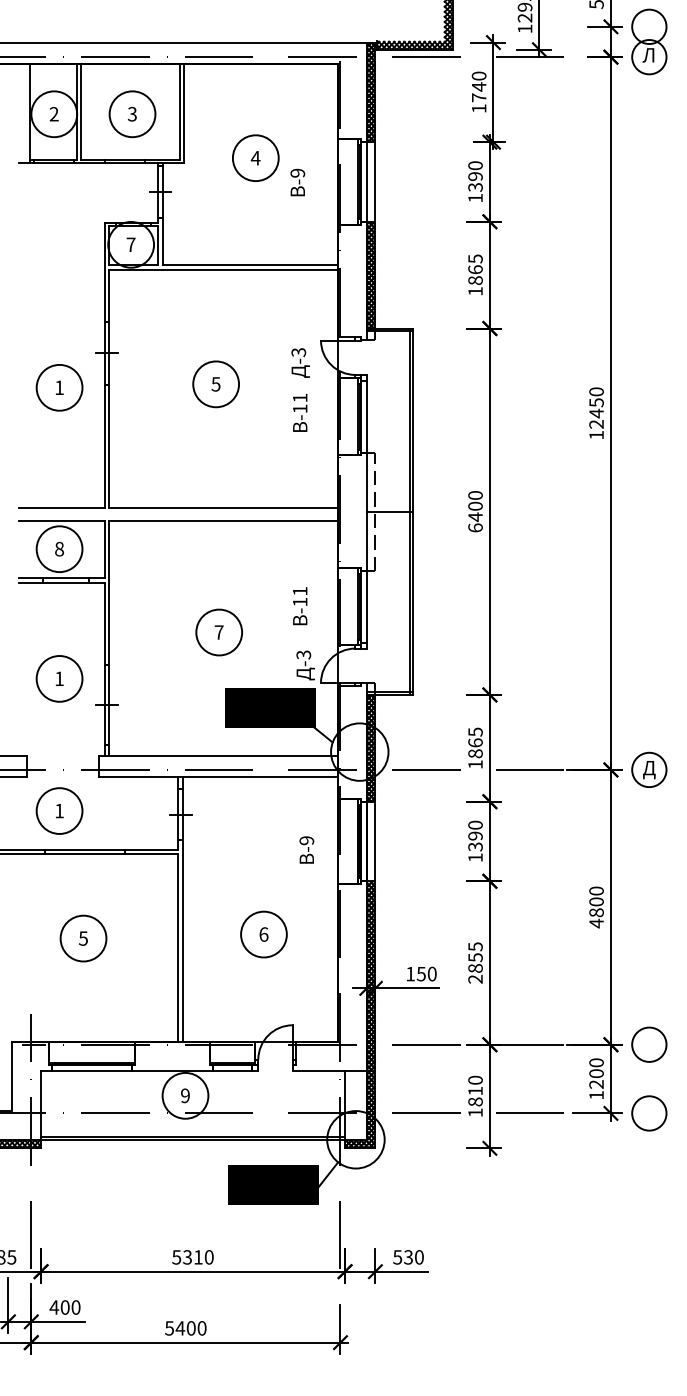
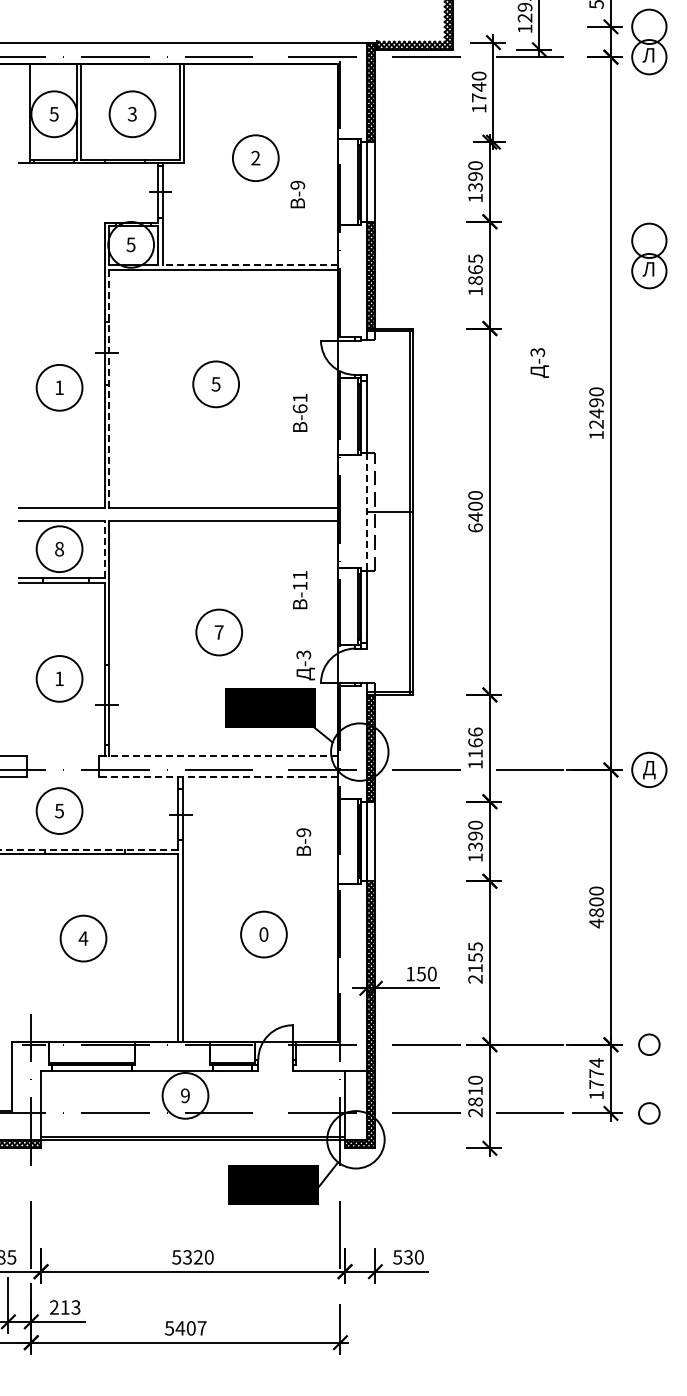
text at (53, 114): 2 -> 5
text at (255, 157): 4 -> 2
text at (297, 182) position: (297, 182) -> (297, 194)
text at (130, 244): 7 -> 5
part at (649, 255): none -> present
line at (249, 265): solid -> dashed
text at (300, 362) position: (300, 362) -> (539, 362)
line at (109, 389): solid -> dashed
text at (596, 402): 12450 -> 12490
text at (299, 408): -11 -> -61
line at (366, 512): solid -> dashed
line at (104, 549): solid -> dashed
text at (300, 606) position: (300, 606) -> (300, 590)
text at (475, 742): 1865 -> 1166
line at (217, 755): solid -> dashed
line at (217, 777): solid -> dashed
text at (59, 811): 1 -> 5
line at (88, 849): solid -> dashed
text at (306, 849) position: (306, 849) -> (303, 841)
text at (263, 934): 6 -> 0
text at (83, 938): 5 -> 4
text at (475, 968): 2855 -> 2155
circle at (649, 1044) diameter: 34 px -> 21 px
text at (596, 1073): 1200 -> 1774
text at (475, 1112): 1810 -> 2810
circle at (649, 1113) diameter: 34 px -> 21 px
text at (198, 1257): 5310 -> 5320
text at (64, 1307): 400 -> 213
text at (201, 1328): 5400 -> 5407
